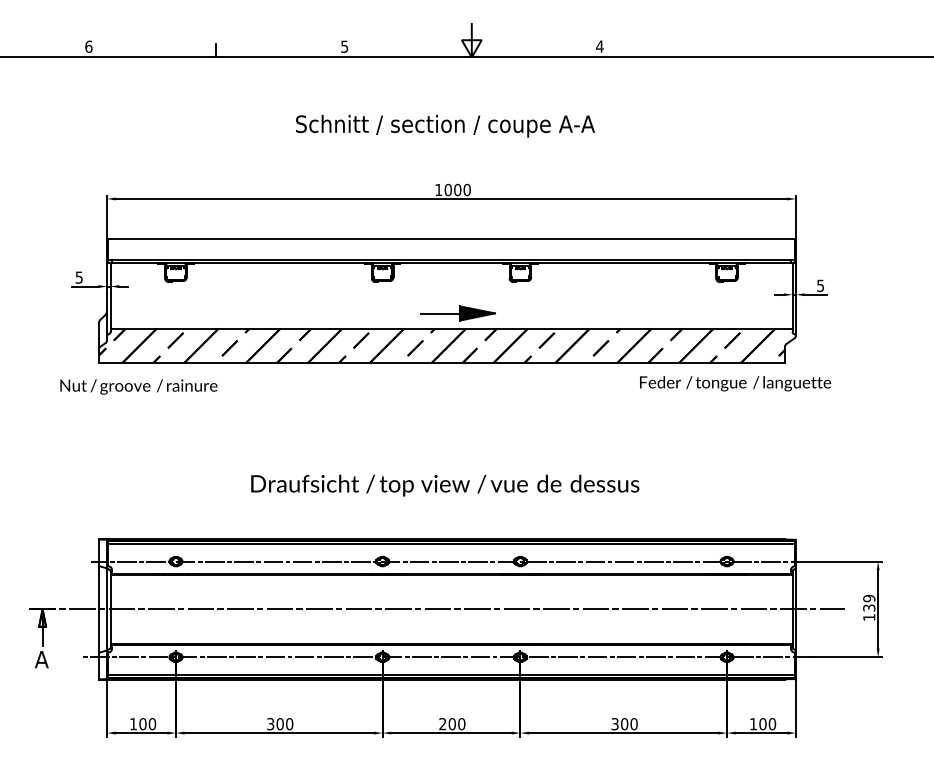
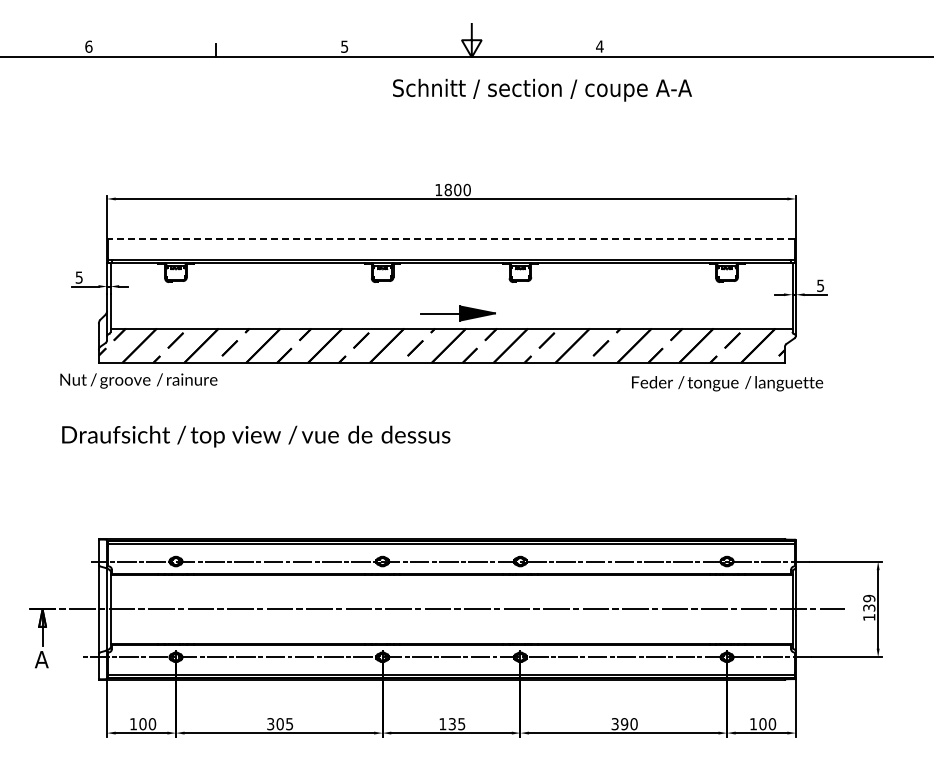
text at (445, 125) position: (445, 125) -> (542, 89)
text at (447, 189): 1000 -> 1800
line at (451, 238): solid -> dashed
text at (735, 383) position: (735, 383) -> (727, 383)
text at (138, 386) position: (138, 386) -> (138, 380)
text at (445, 485) position: (445, 485) -> (256, 436)
text at (289, 724): 300 -> 305
text at (452, 724): 200 -> 135
text at (624, 724): 300 -> 390
